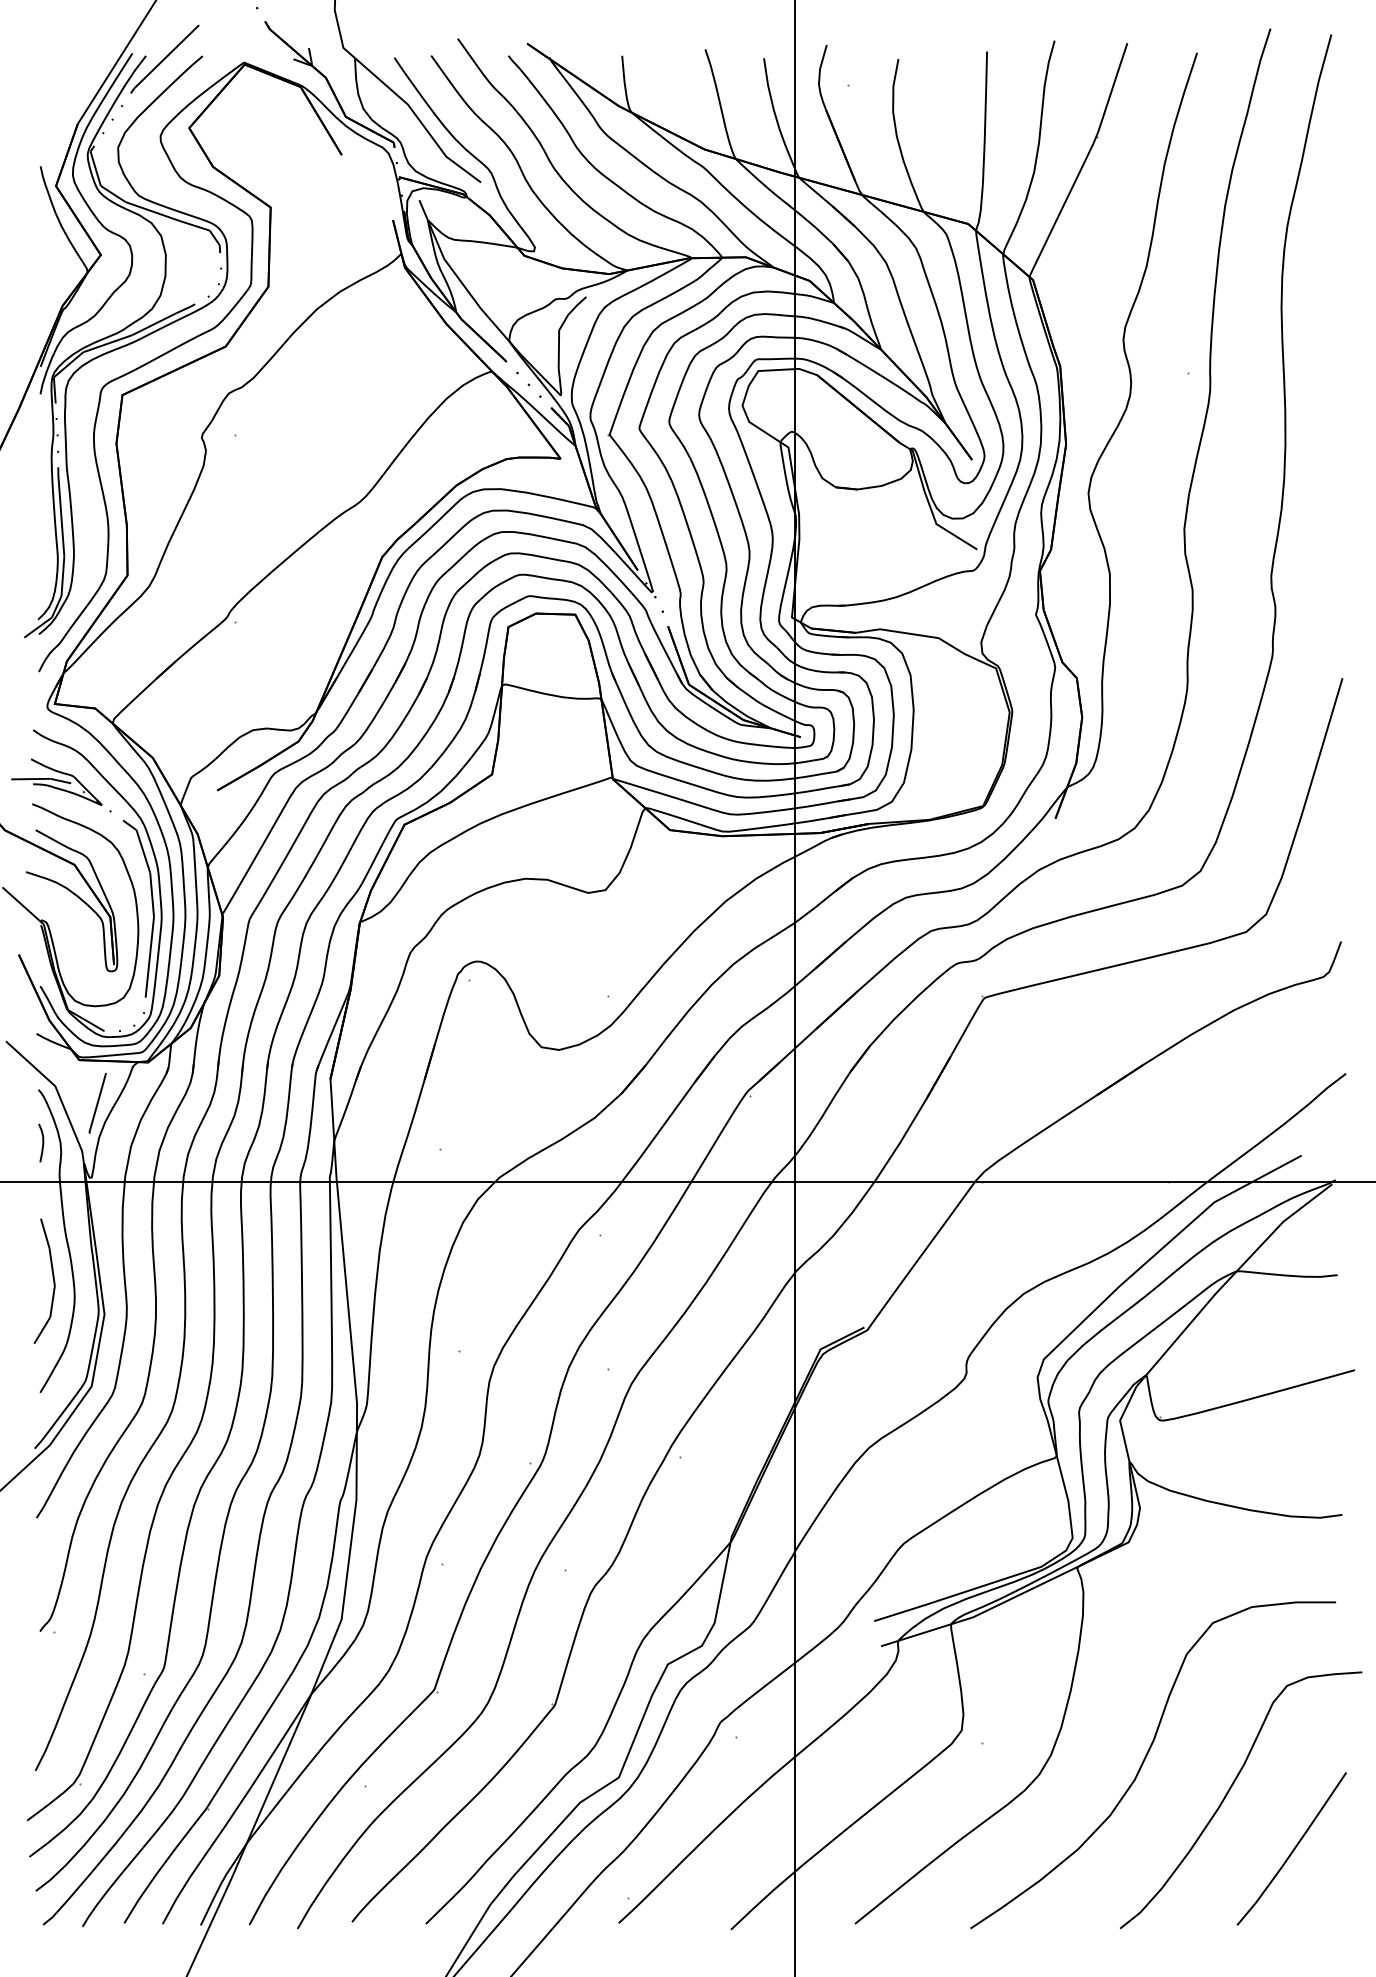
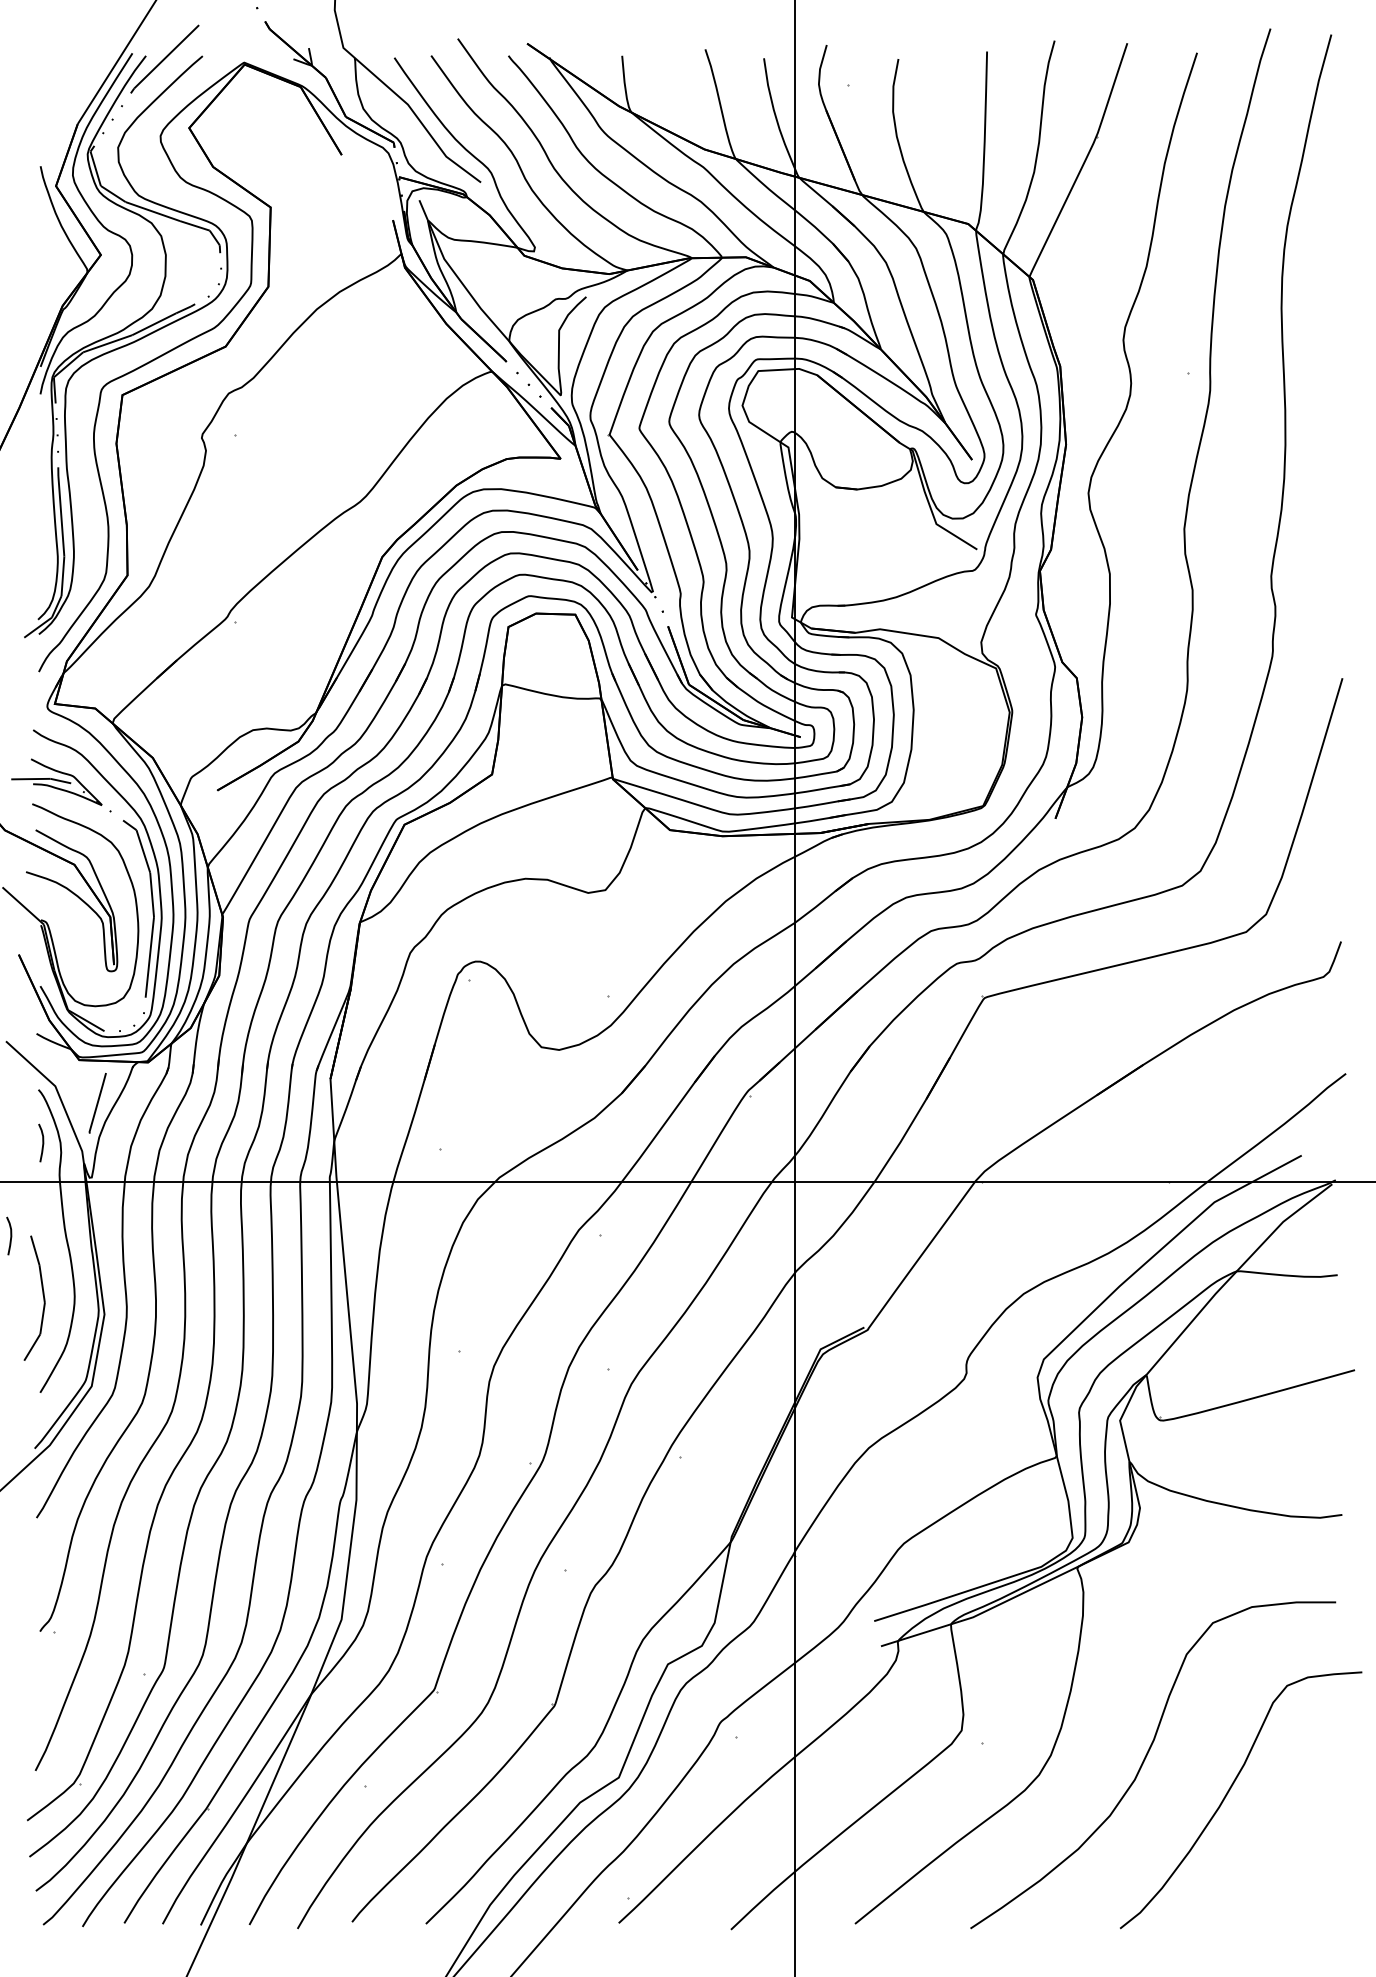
curve at (10, 1235): none -> present
line at (52, 1278) position: (52, 1278) -> (42, 1295)
curve at (1293, 1848): present -> none
